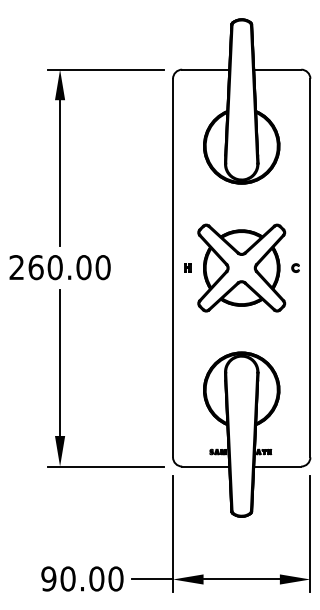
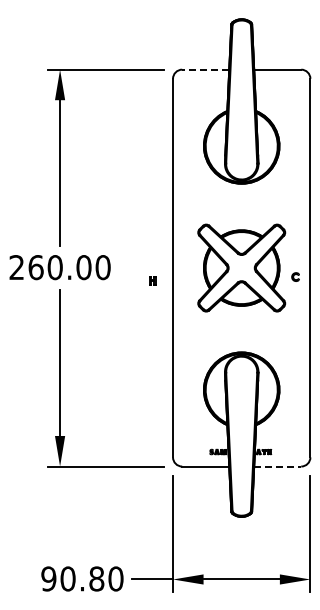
line at (205, 69): solid -> dashed
part at (187, 267) position: (187, 267) -> (152, 280)
part at (295, 267) position: (295, 267) -> (295, 276)
line at (277, 466): solid -> dashed
text at (96, 578): 90.00 -> 90.80
